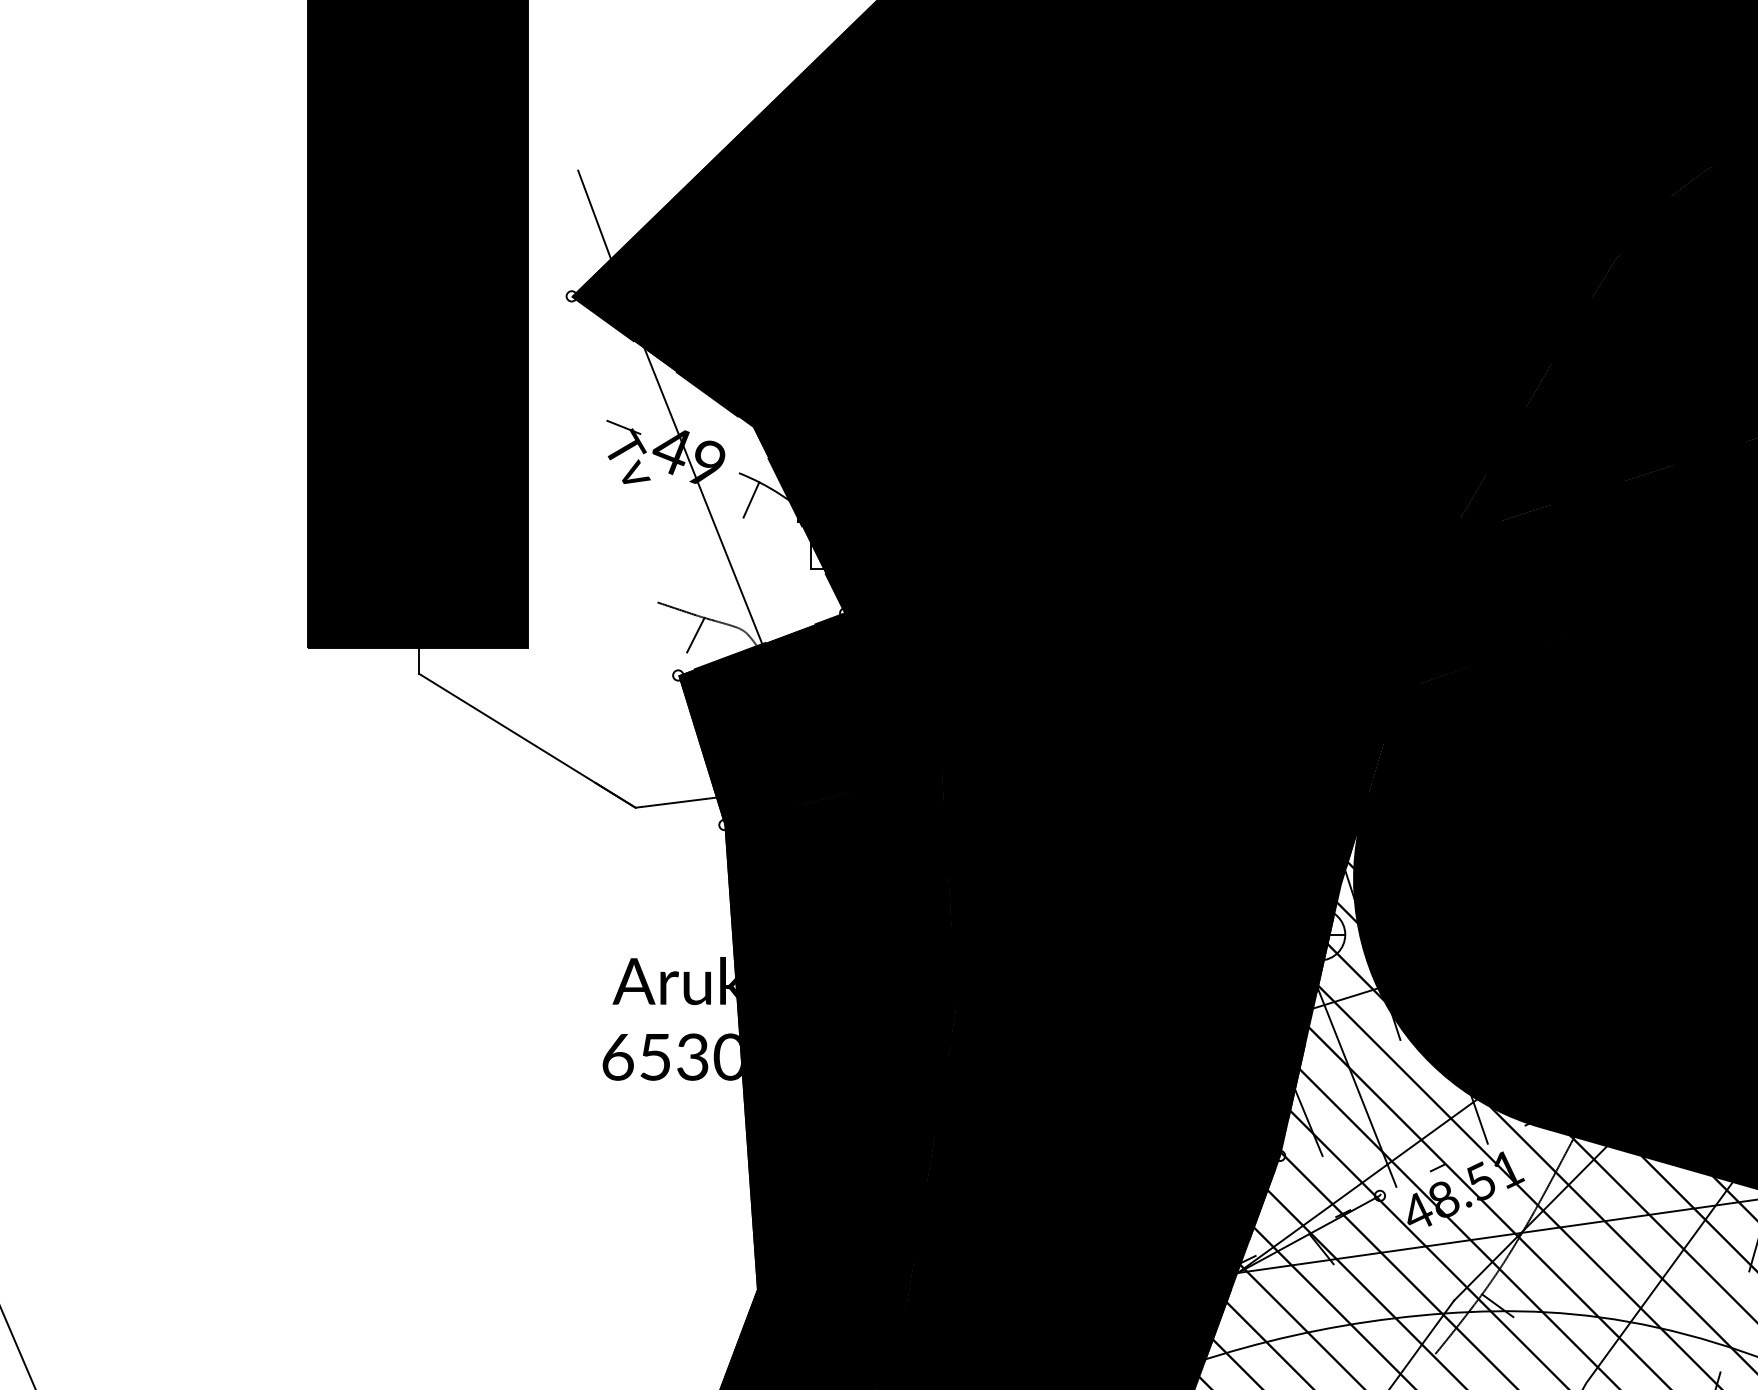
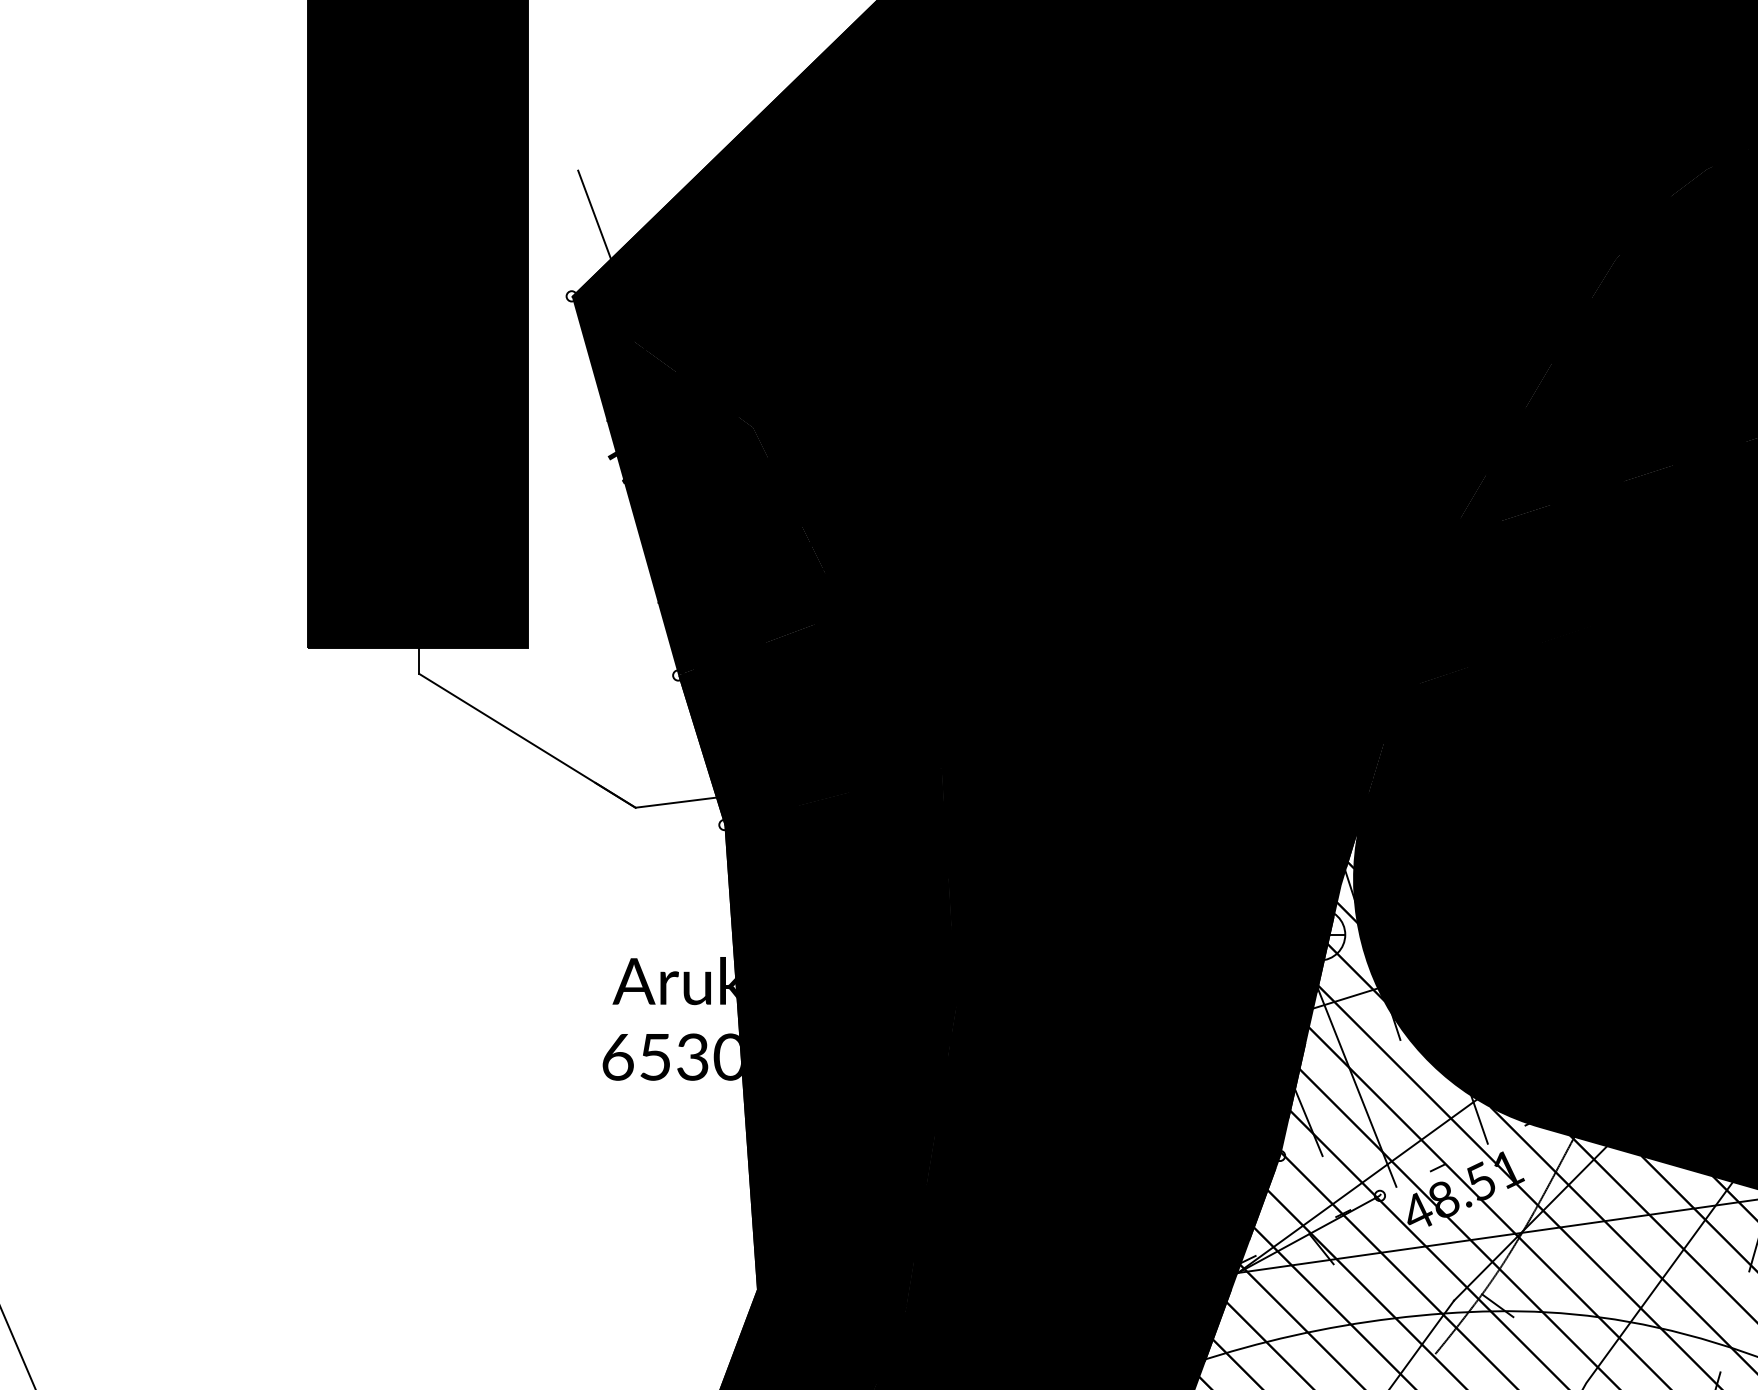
fill at (708, 485): none -> present
